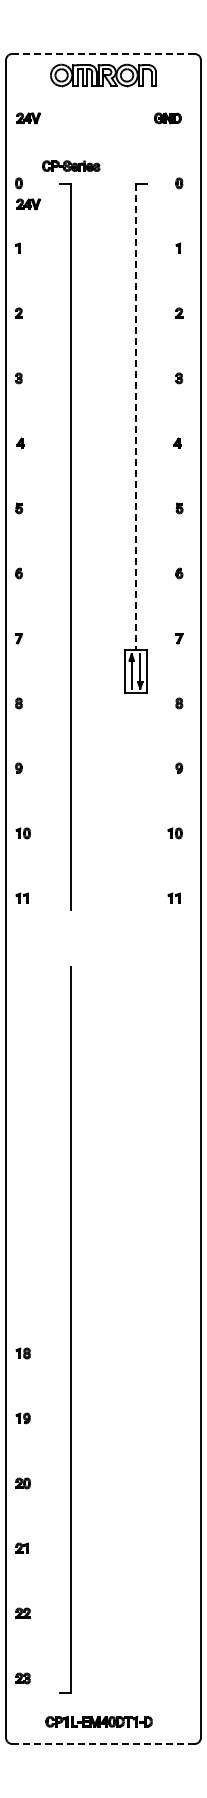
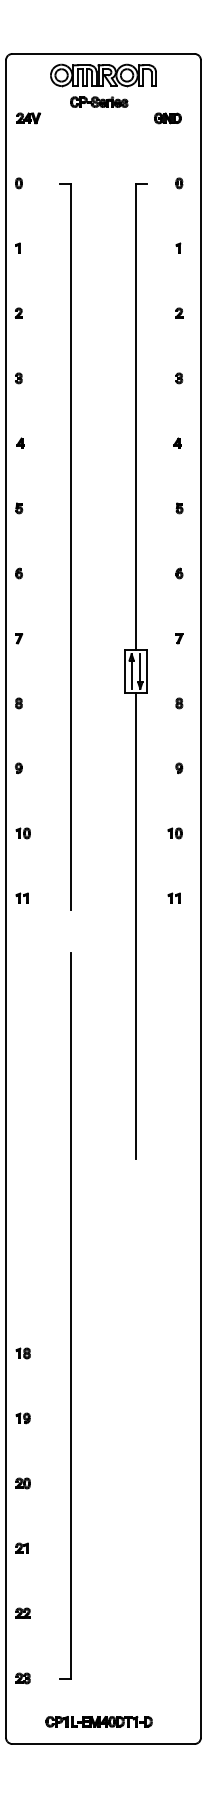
line at (103, 53): dashed -> solid
part at (71, 165) position: (71, 165) -> (99, 101)
part at (28, 204): present -> none
line at (136, 416): dashed -> solid
line at (136, 926): none -> present
part at (65, 1329) position: (65, 1329) -> (65, 1315)
line at (102, 1744): dashed -> solid
